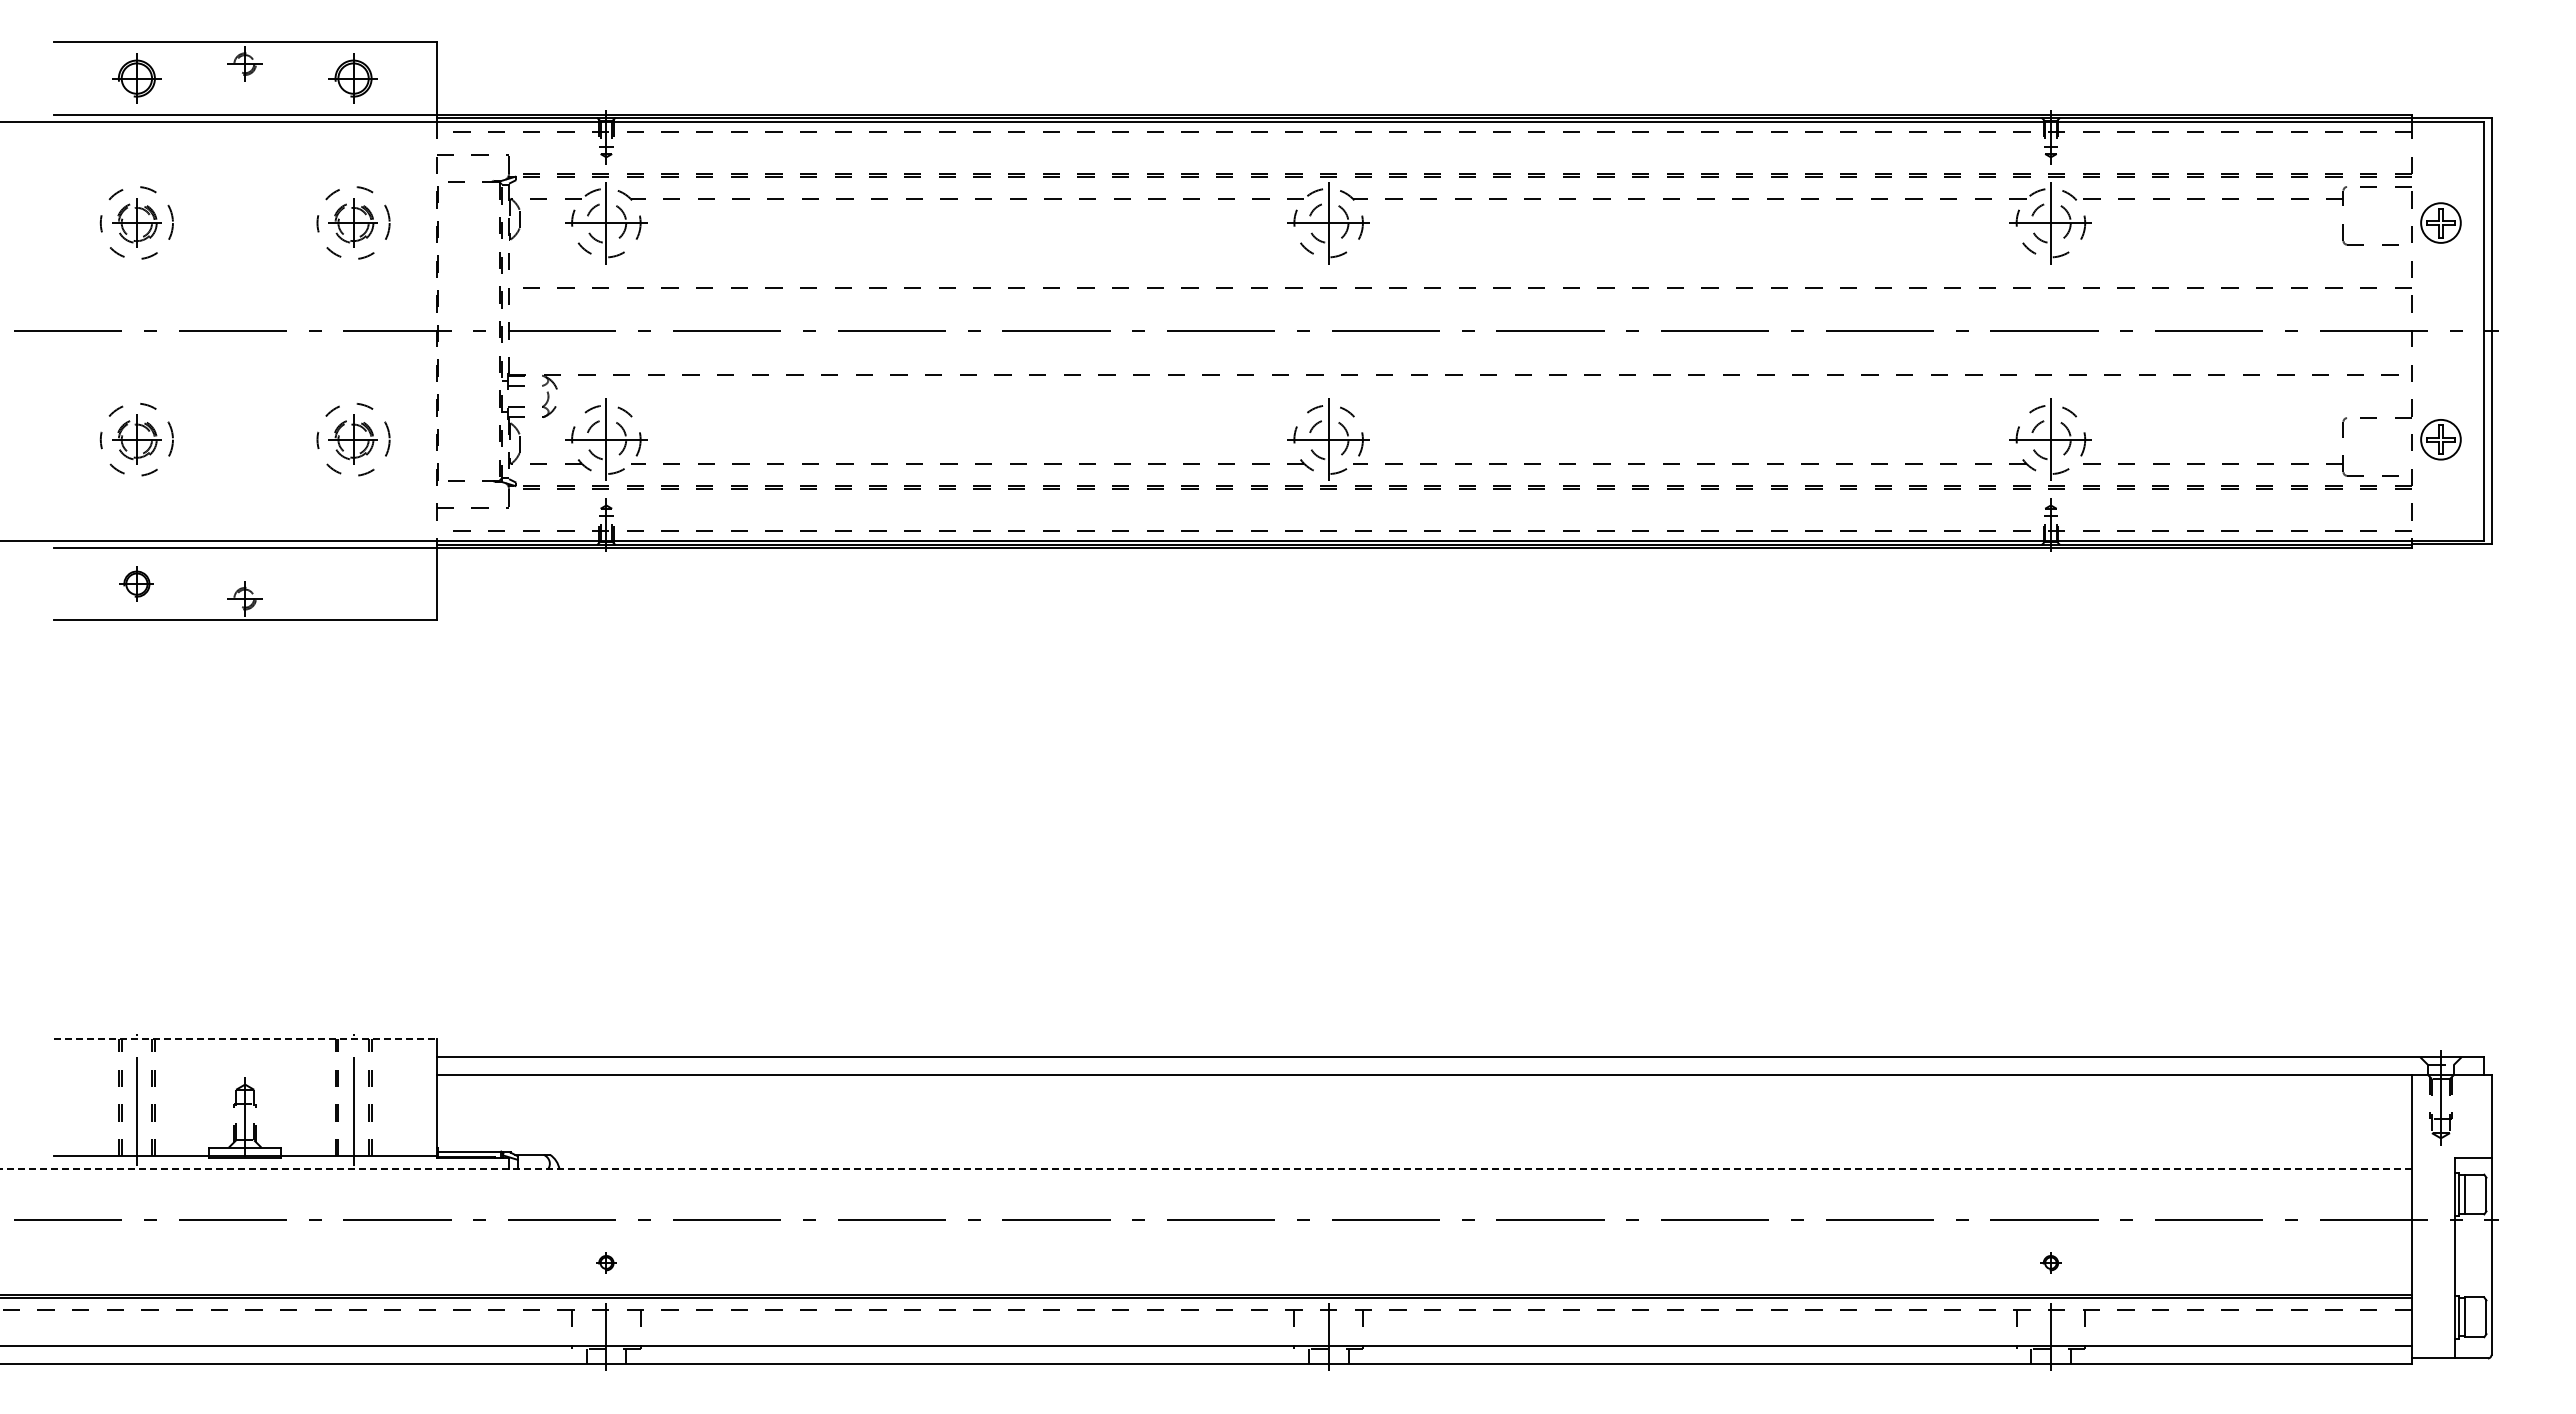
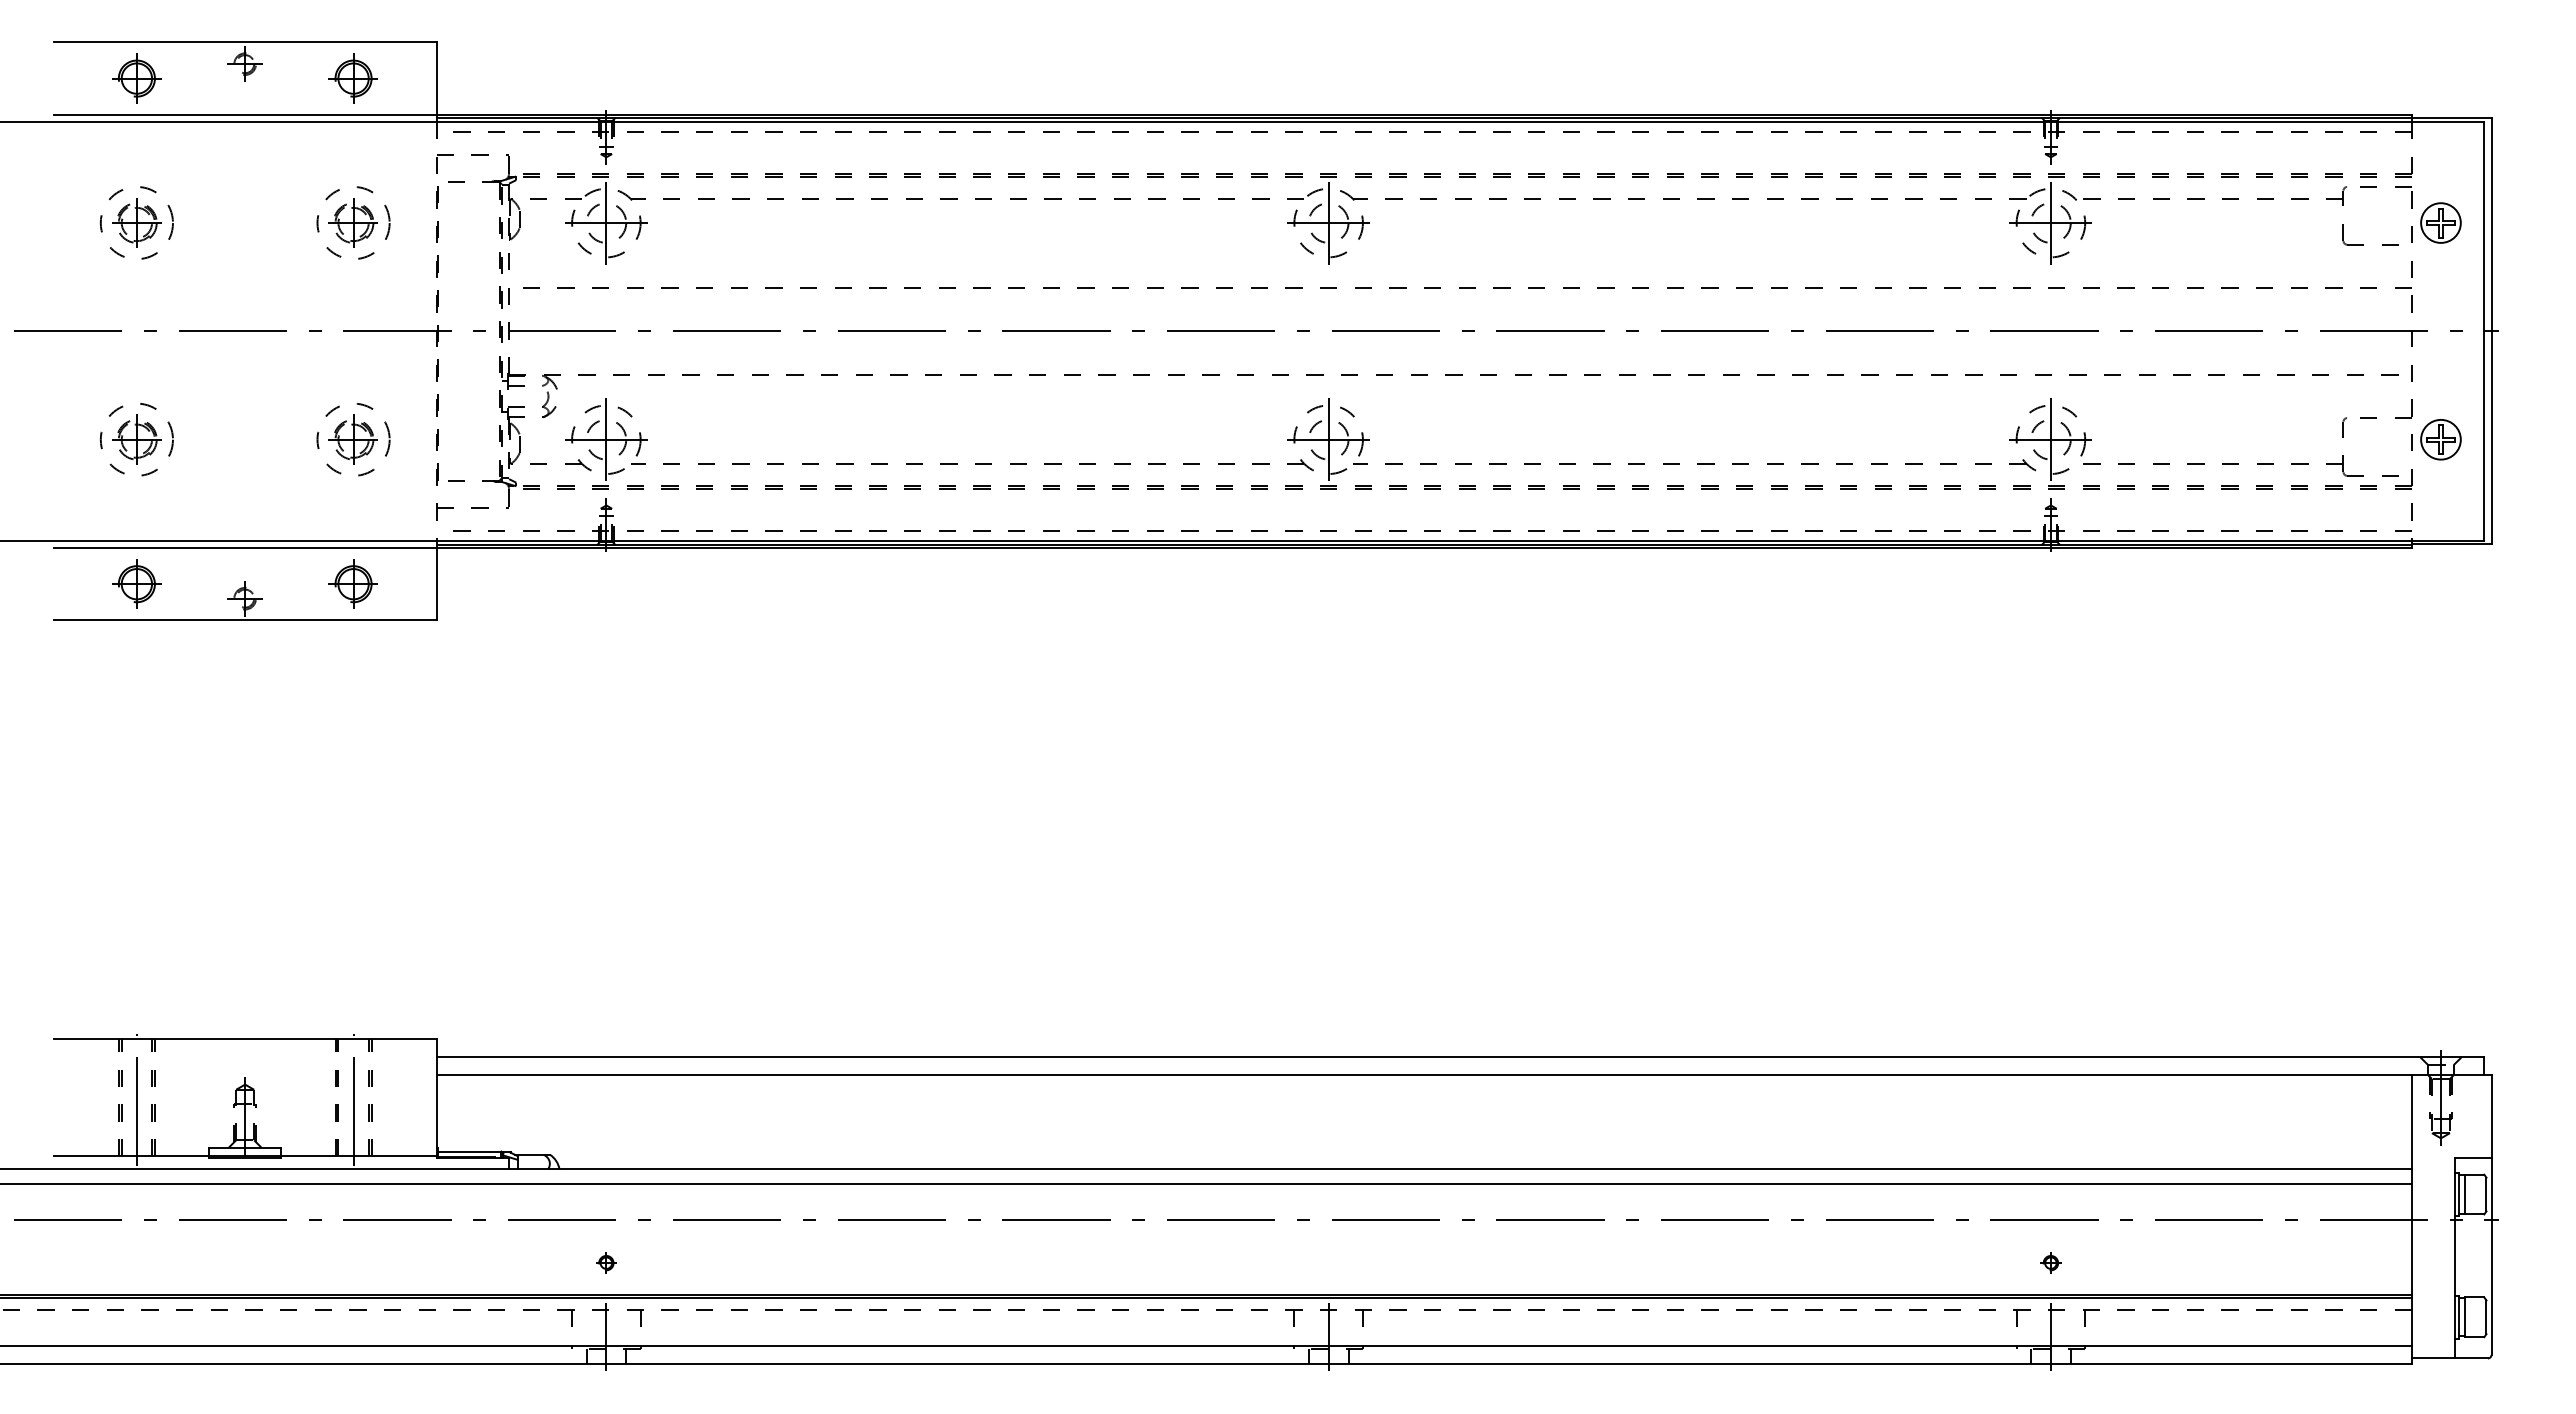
part at (136, 583) size: 35x36 px -> 50x50 px
part at (352, 583): none -> present
line at (245, 1039): dashed -> solid
line at (1206, 1169): dashed -> solid
line at (1207, 1183): none -> present
